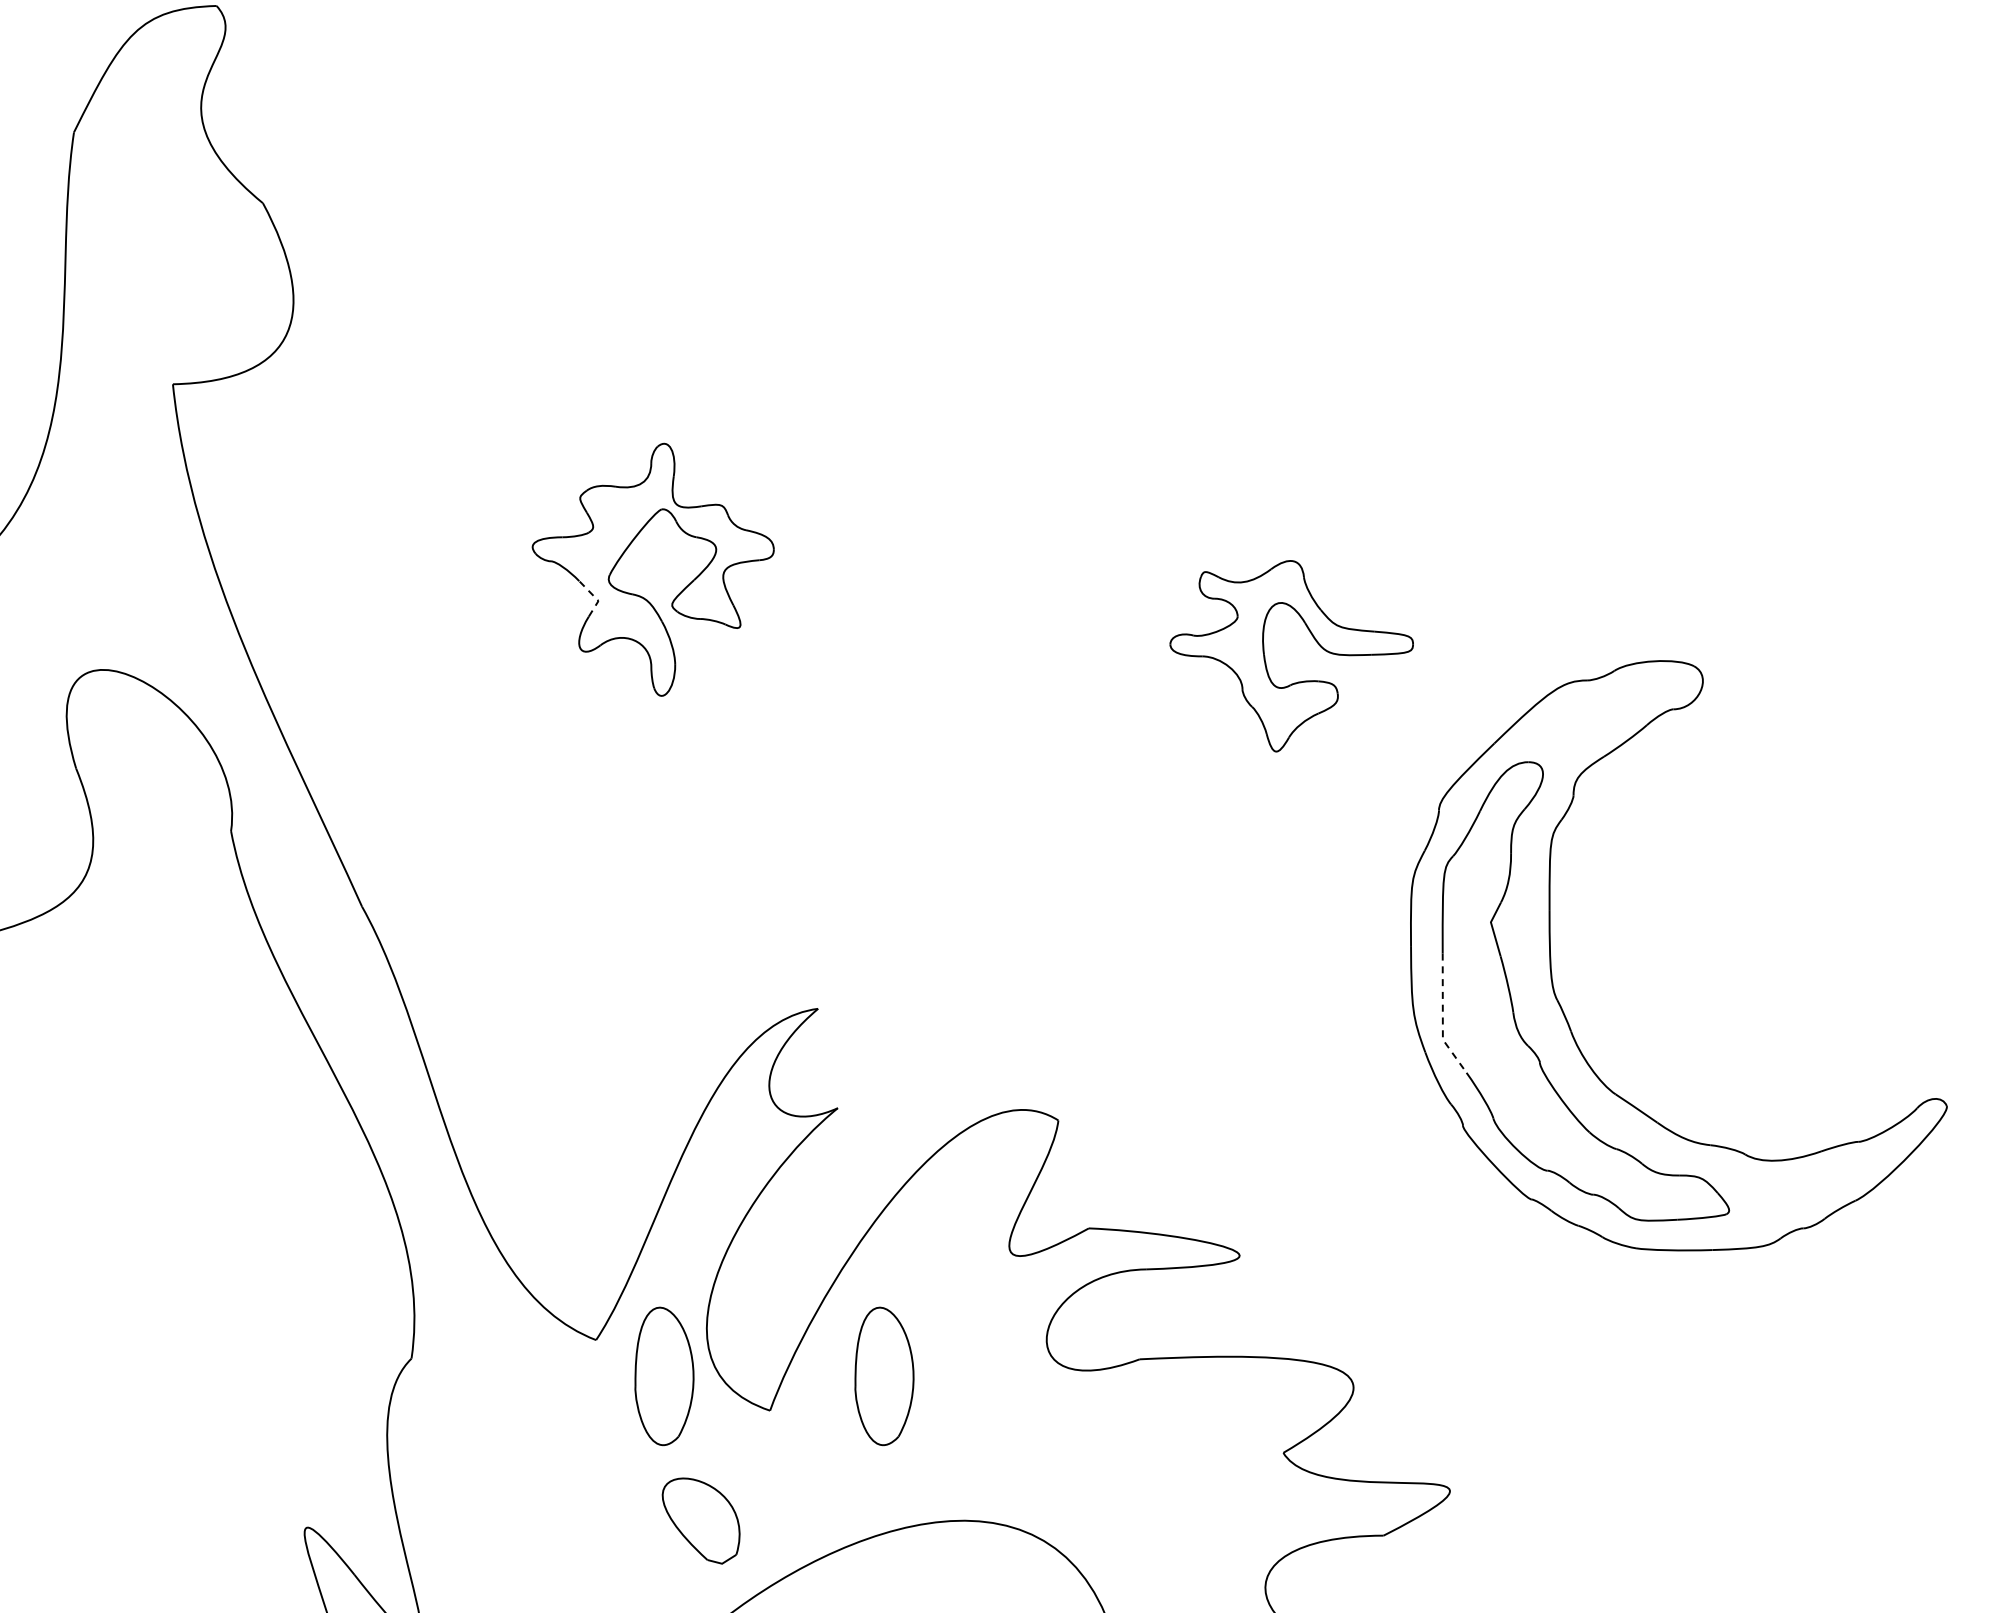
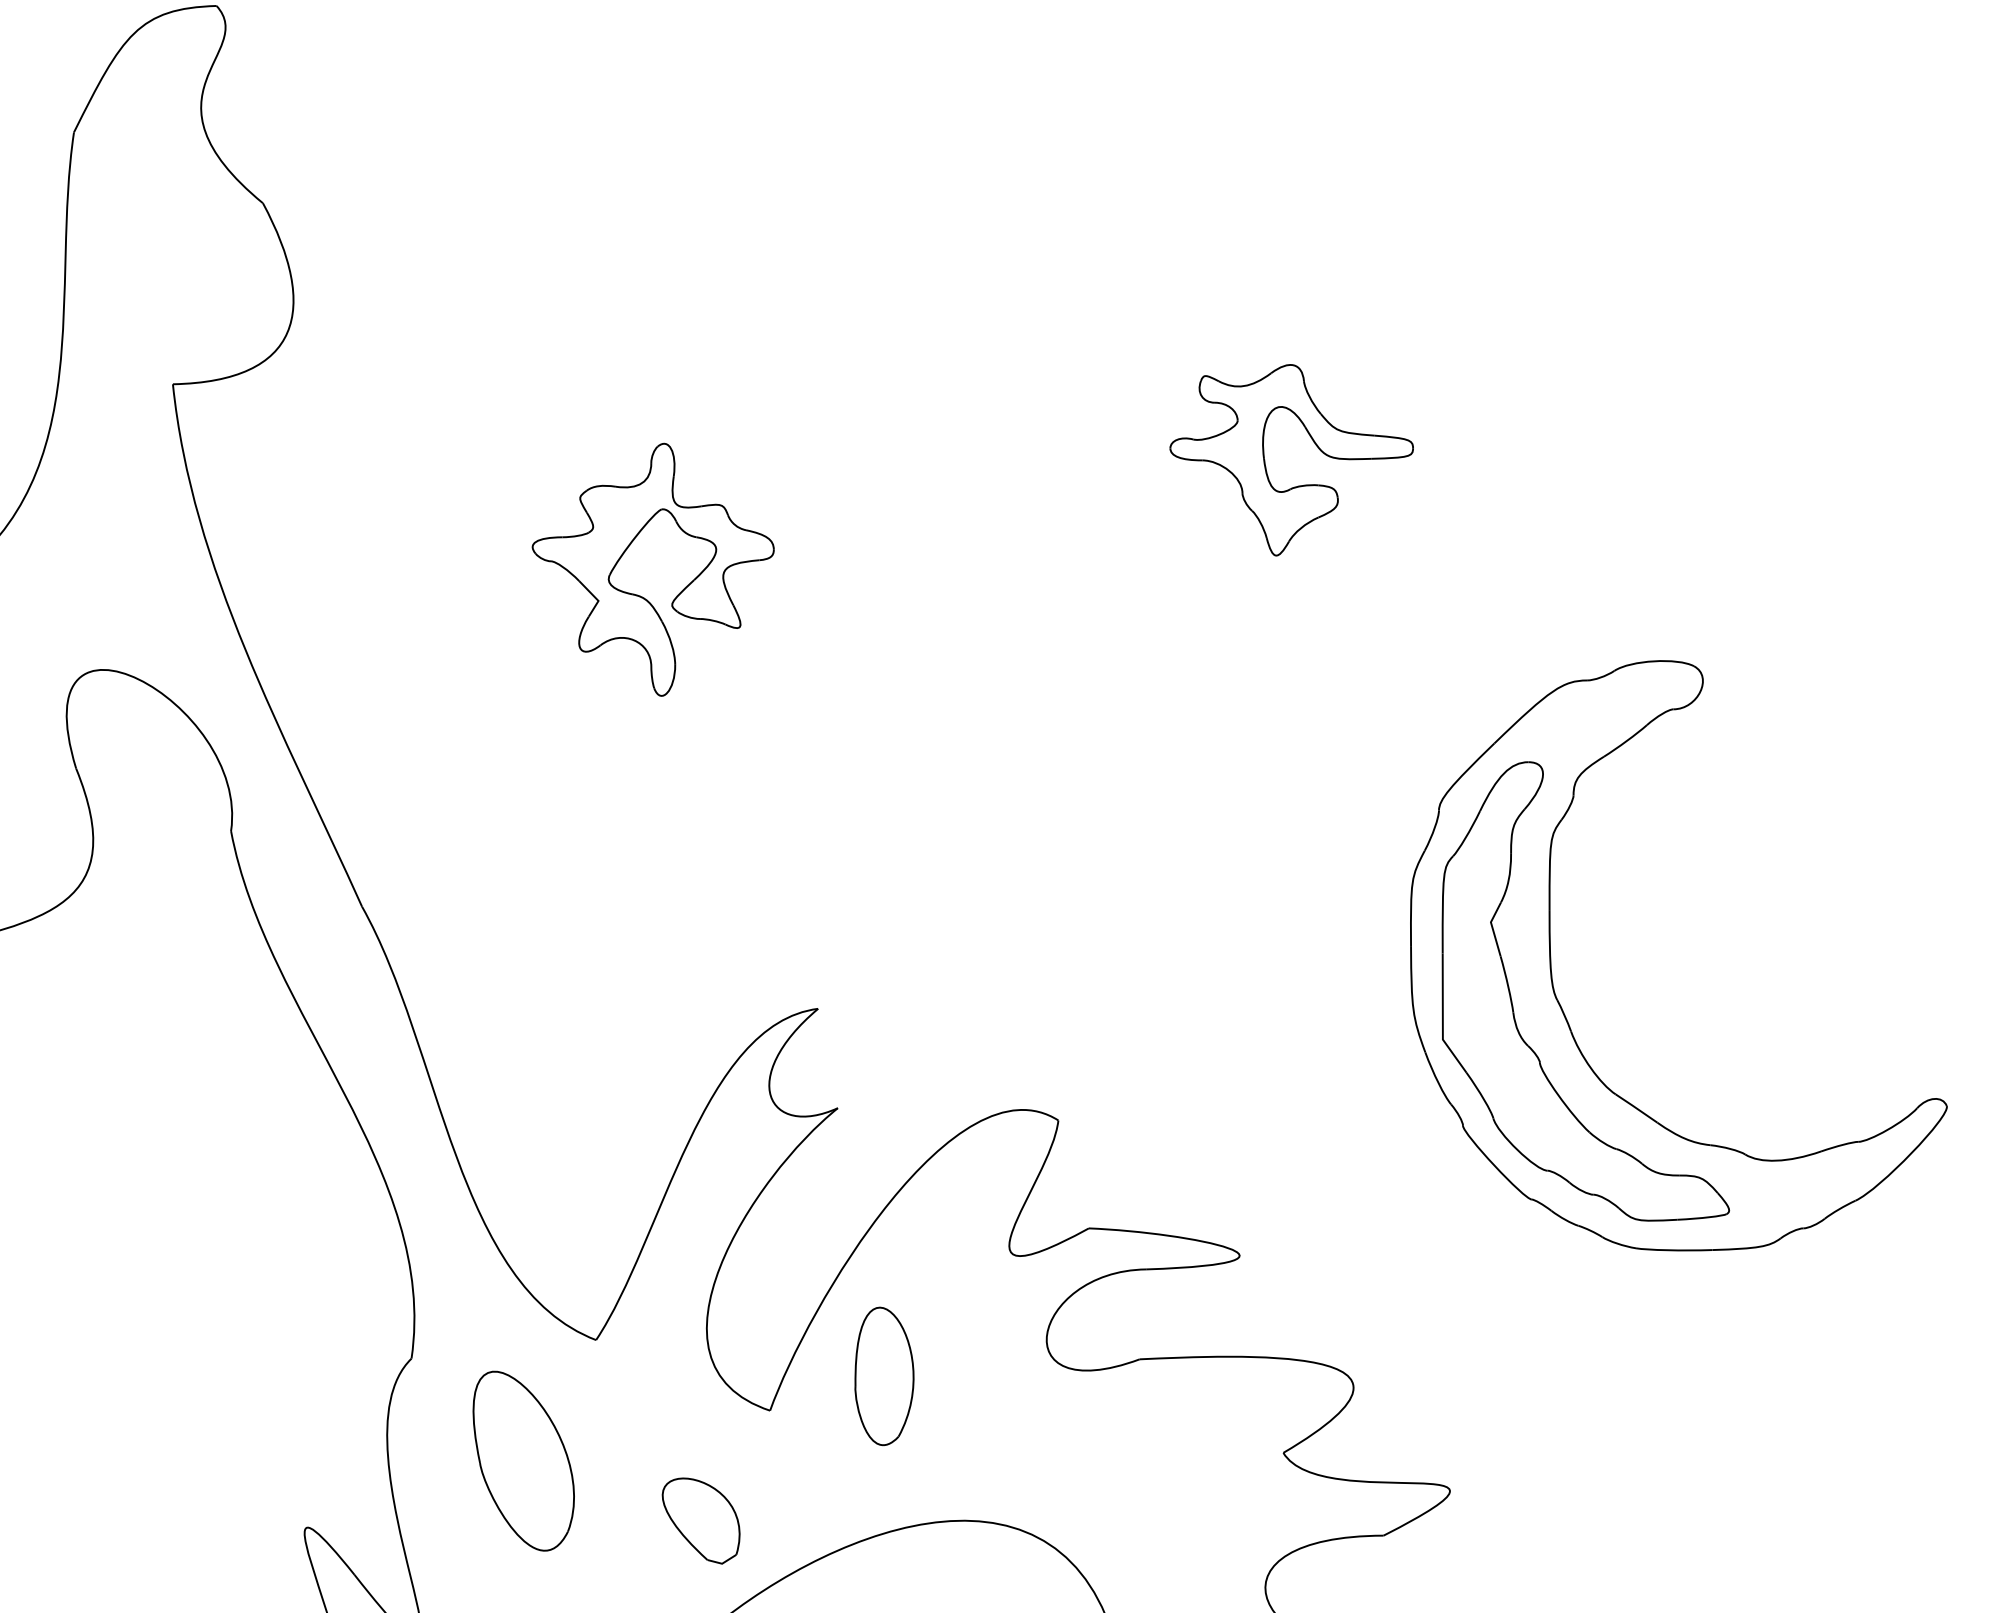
line at (595, 598): dashed -> solid
part at (1266, 662) position: (1266, 662) -> (1266, 466)
line at (1442, 1017): dashed -> solid
part at (664, 1376): present -> none
part at (523, 1460): none -> present
